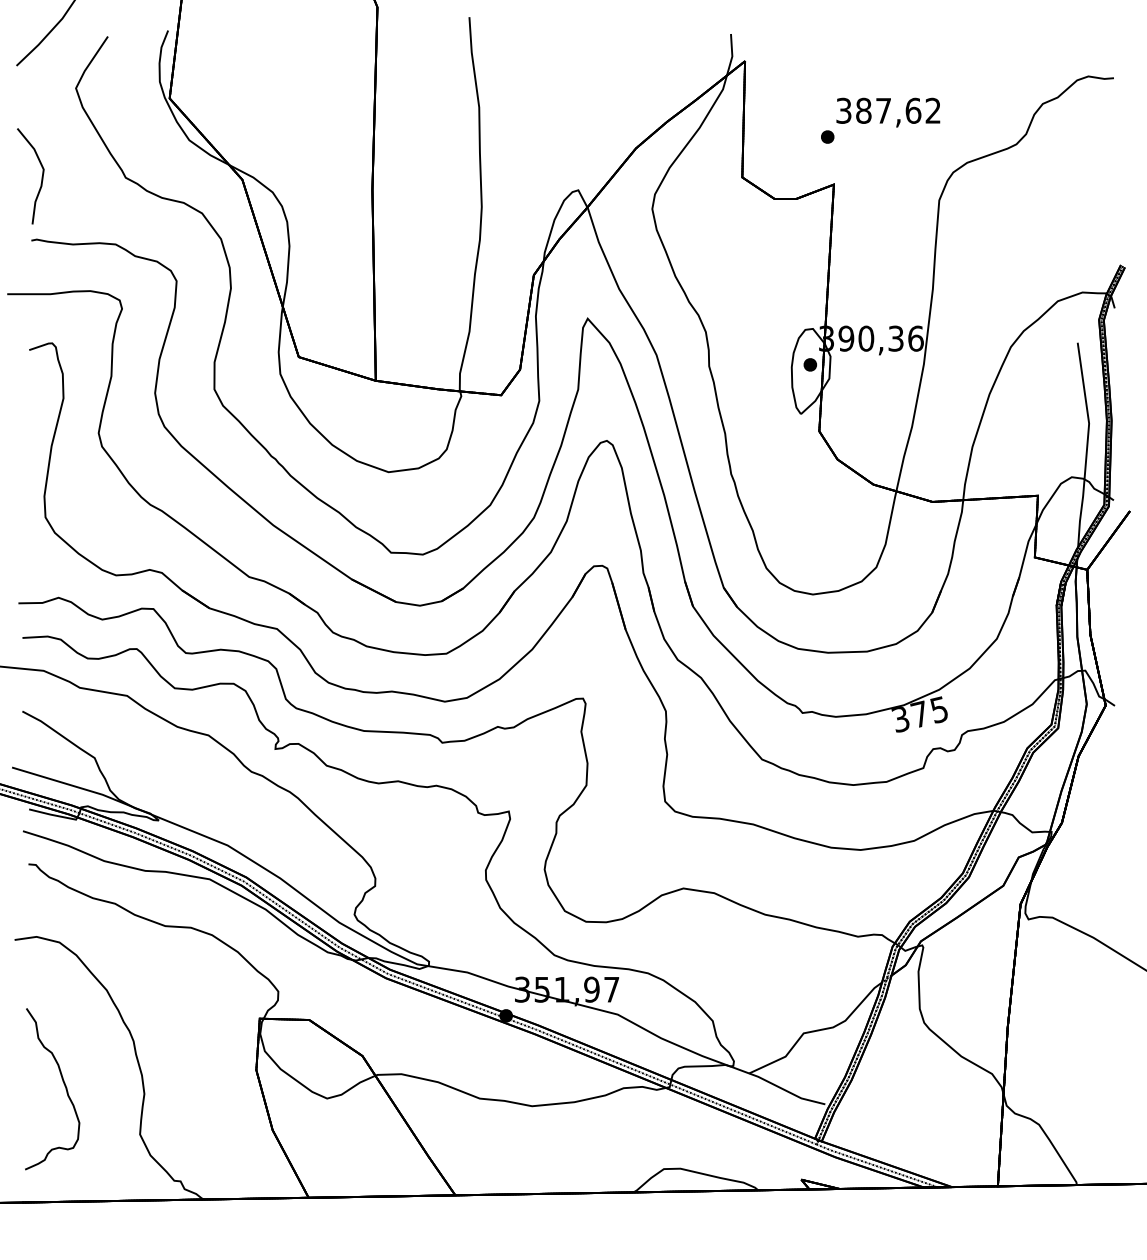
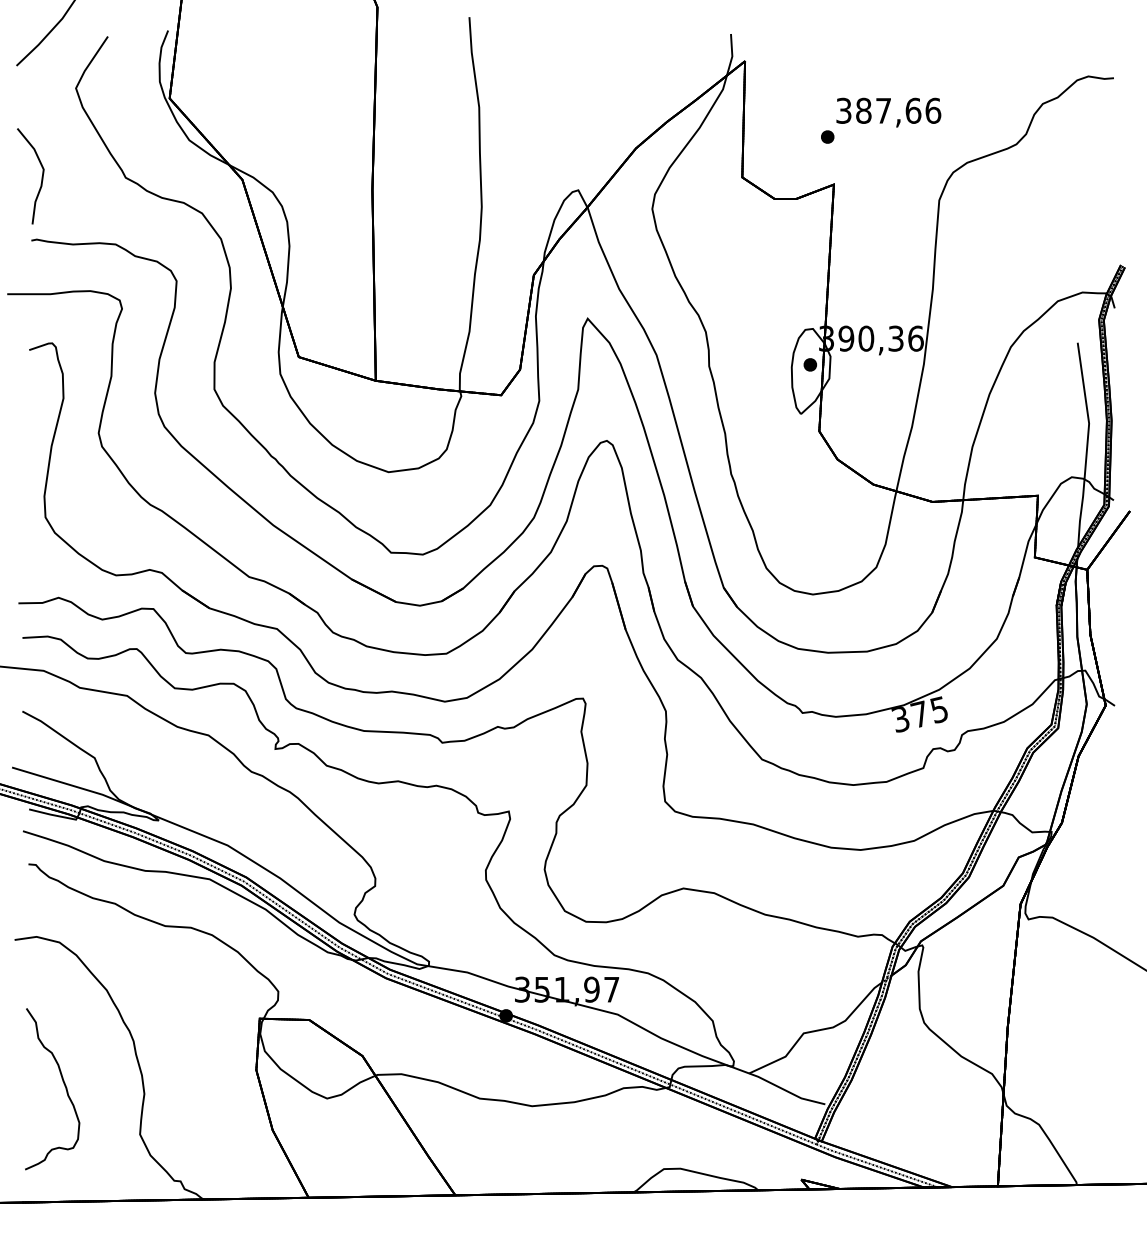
text at (933, 110): 387,62 -> 387,66
